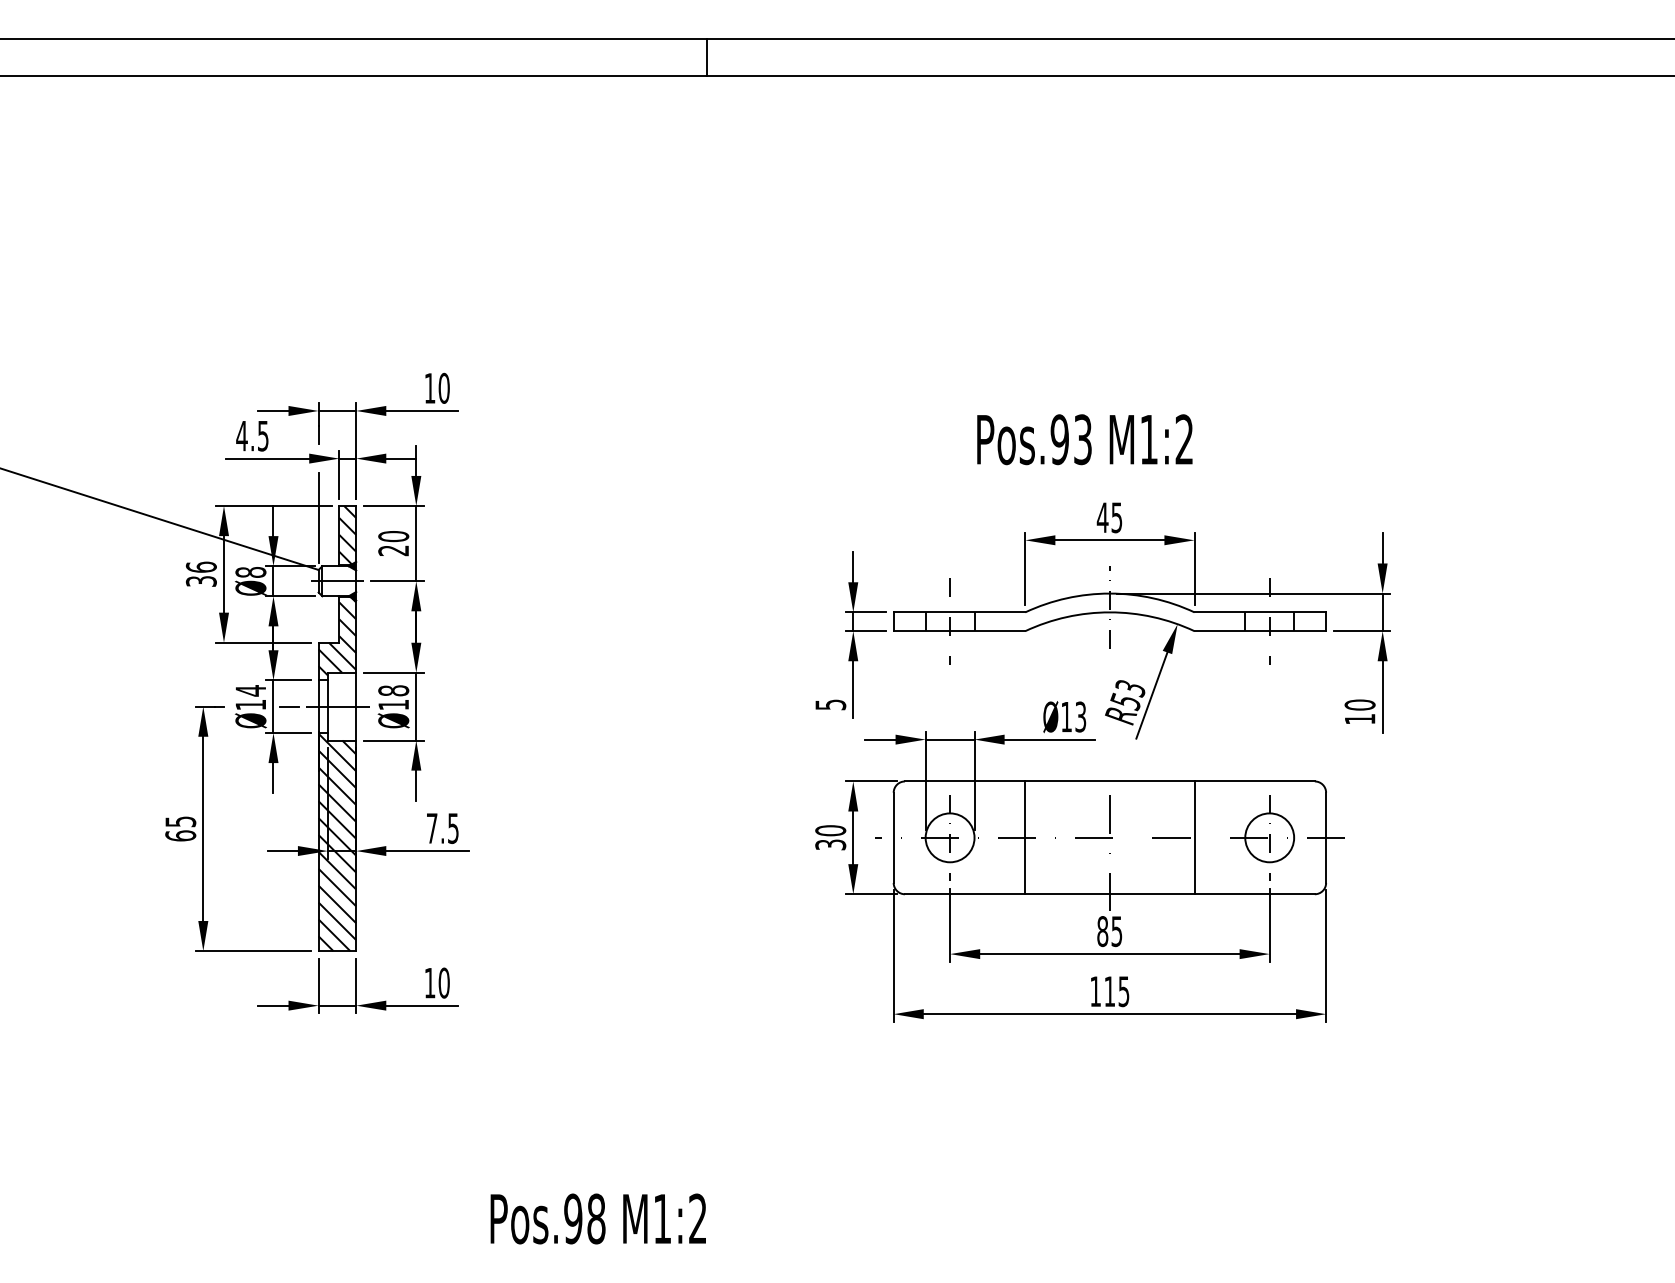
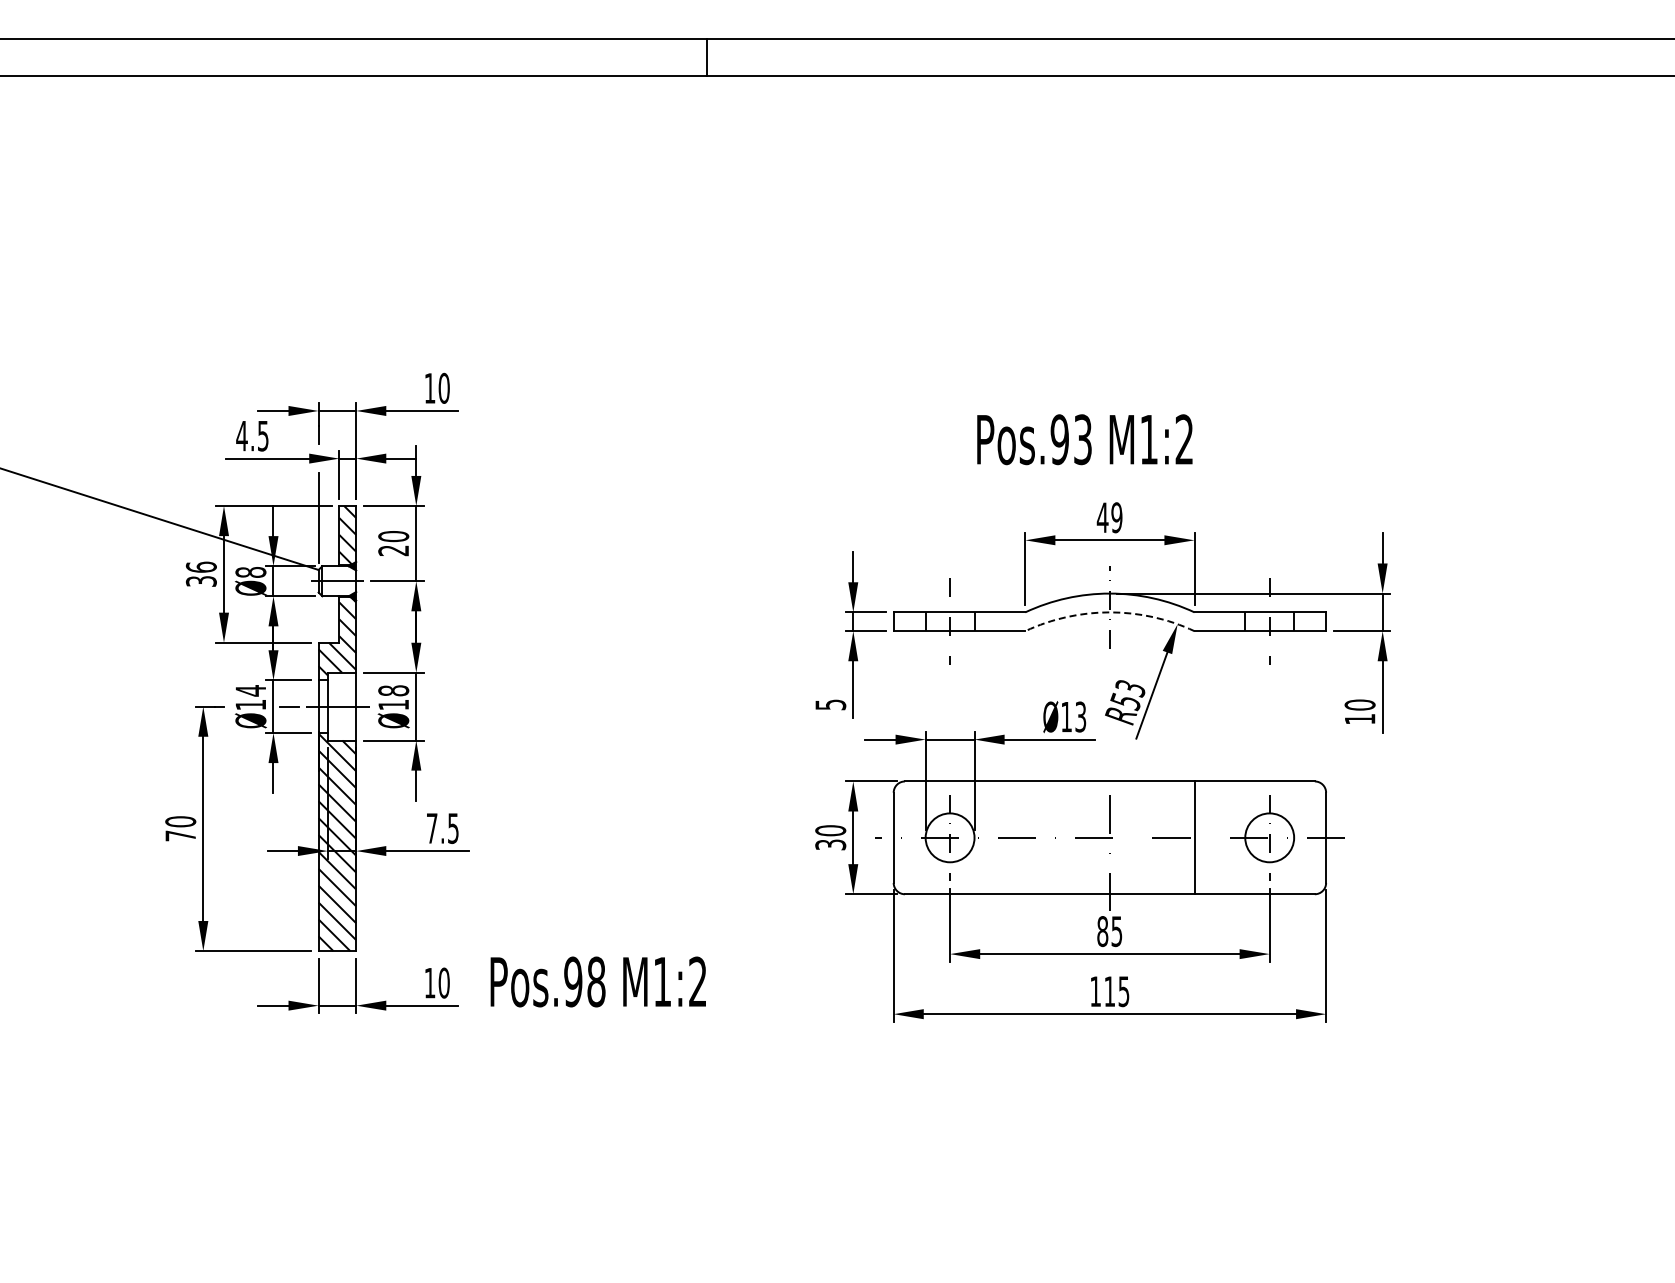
text at (1116, 517): 45 -> 49
arc at (1109, 612): solid -> dashed
text at (180, 828): 65 -> 70
line at (1025, 837): present -> none
text at (597, 1218) position: (597, 1218) -> (597, 981)
